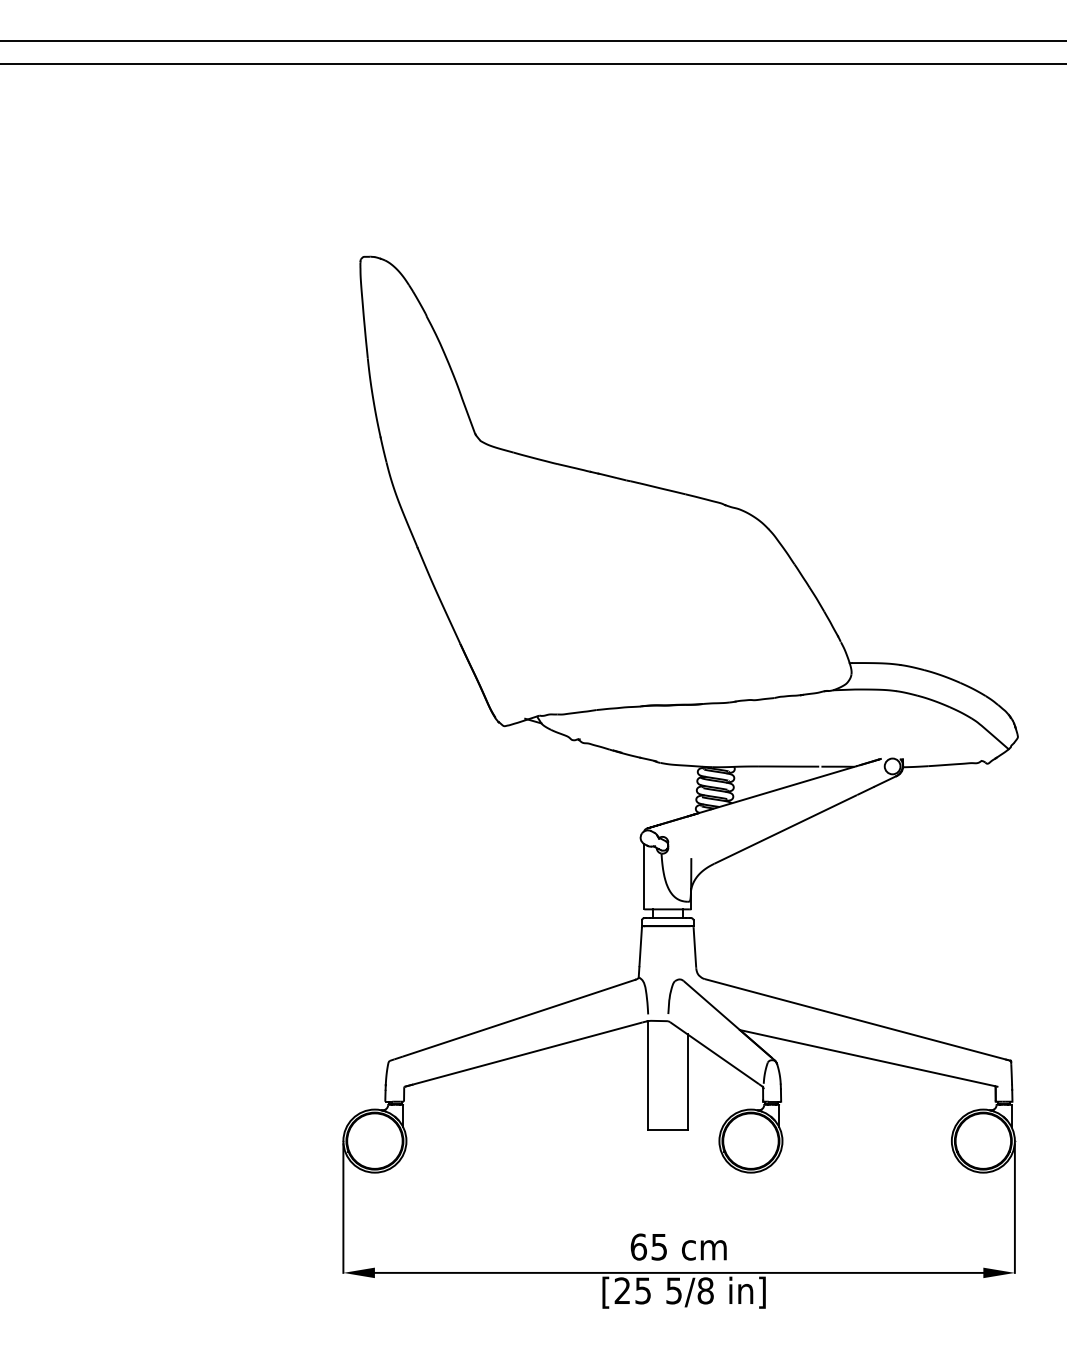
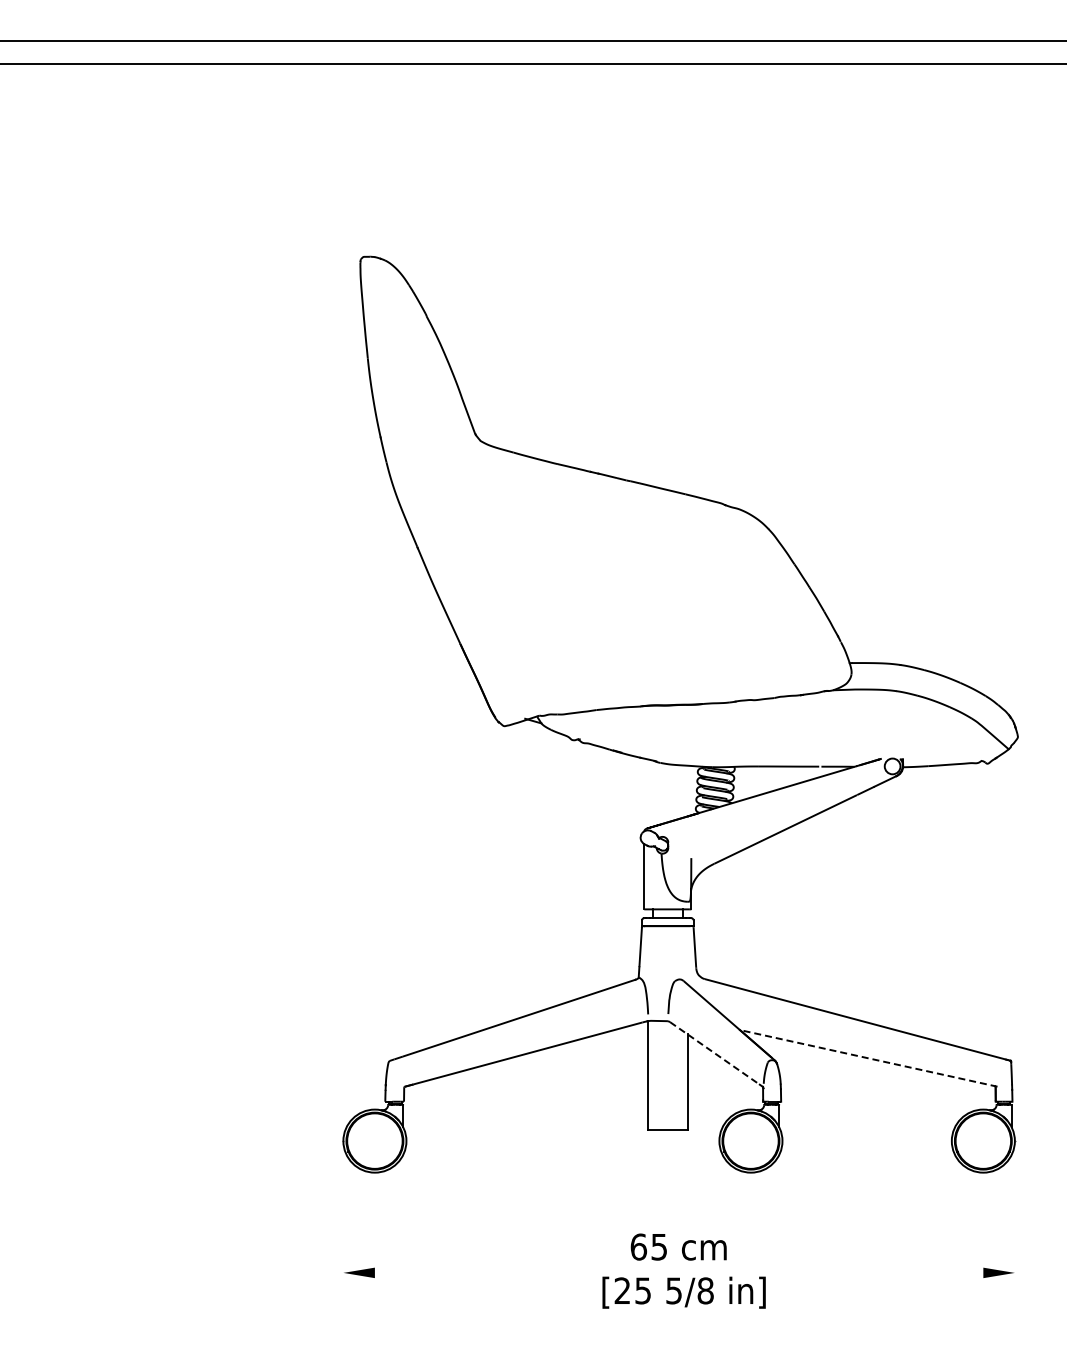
line at (714, 1053): solid -> dashed
line at (868, 1058): solid -> dashed
line at (343, 1208): present -> none
line at (1014, 1208): present -> none
line at (678, 1272): present -> none
